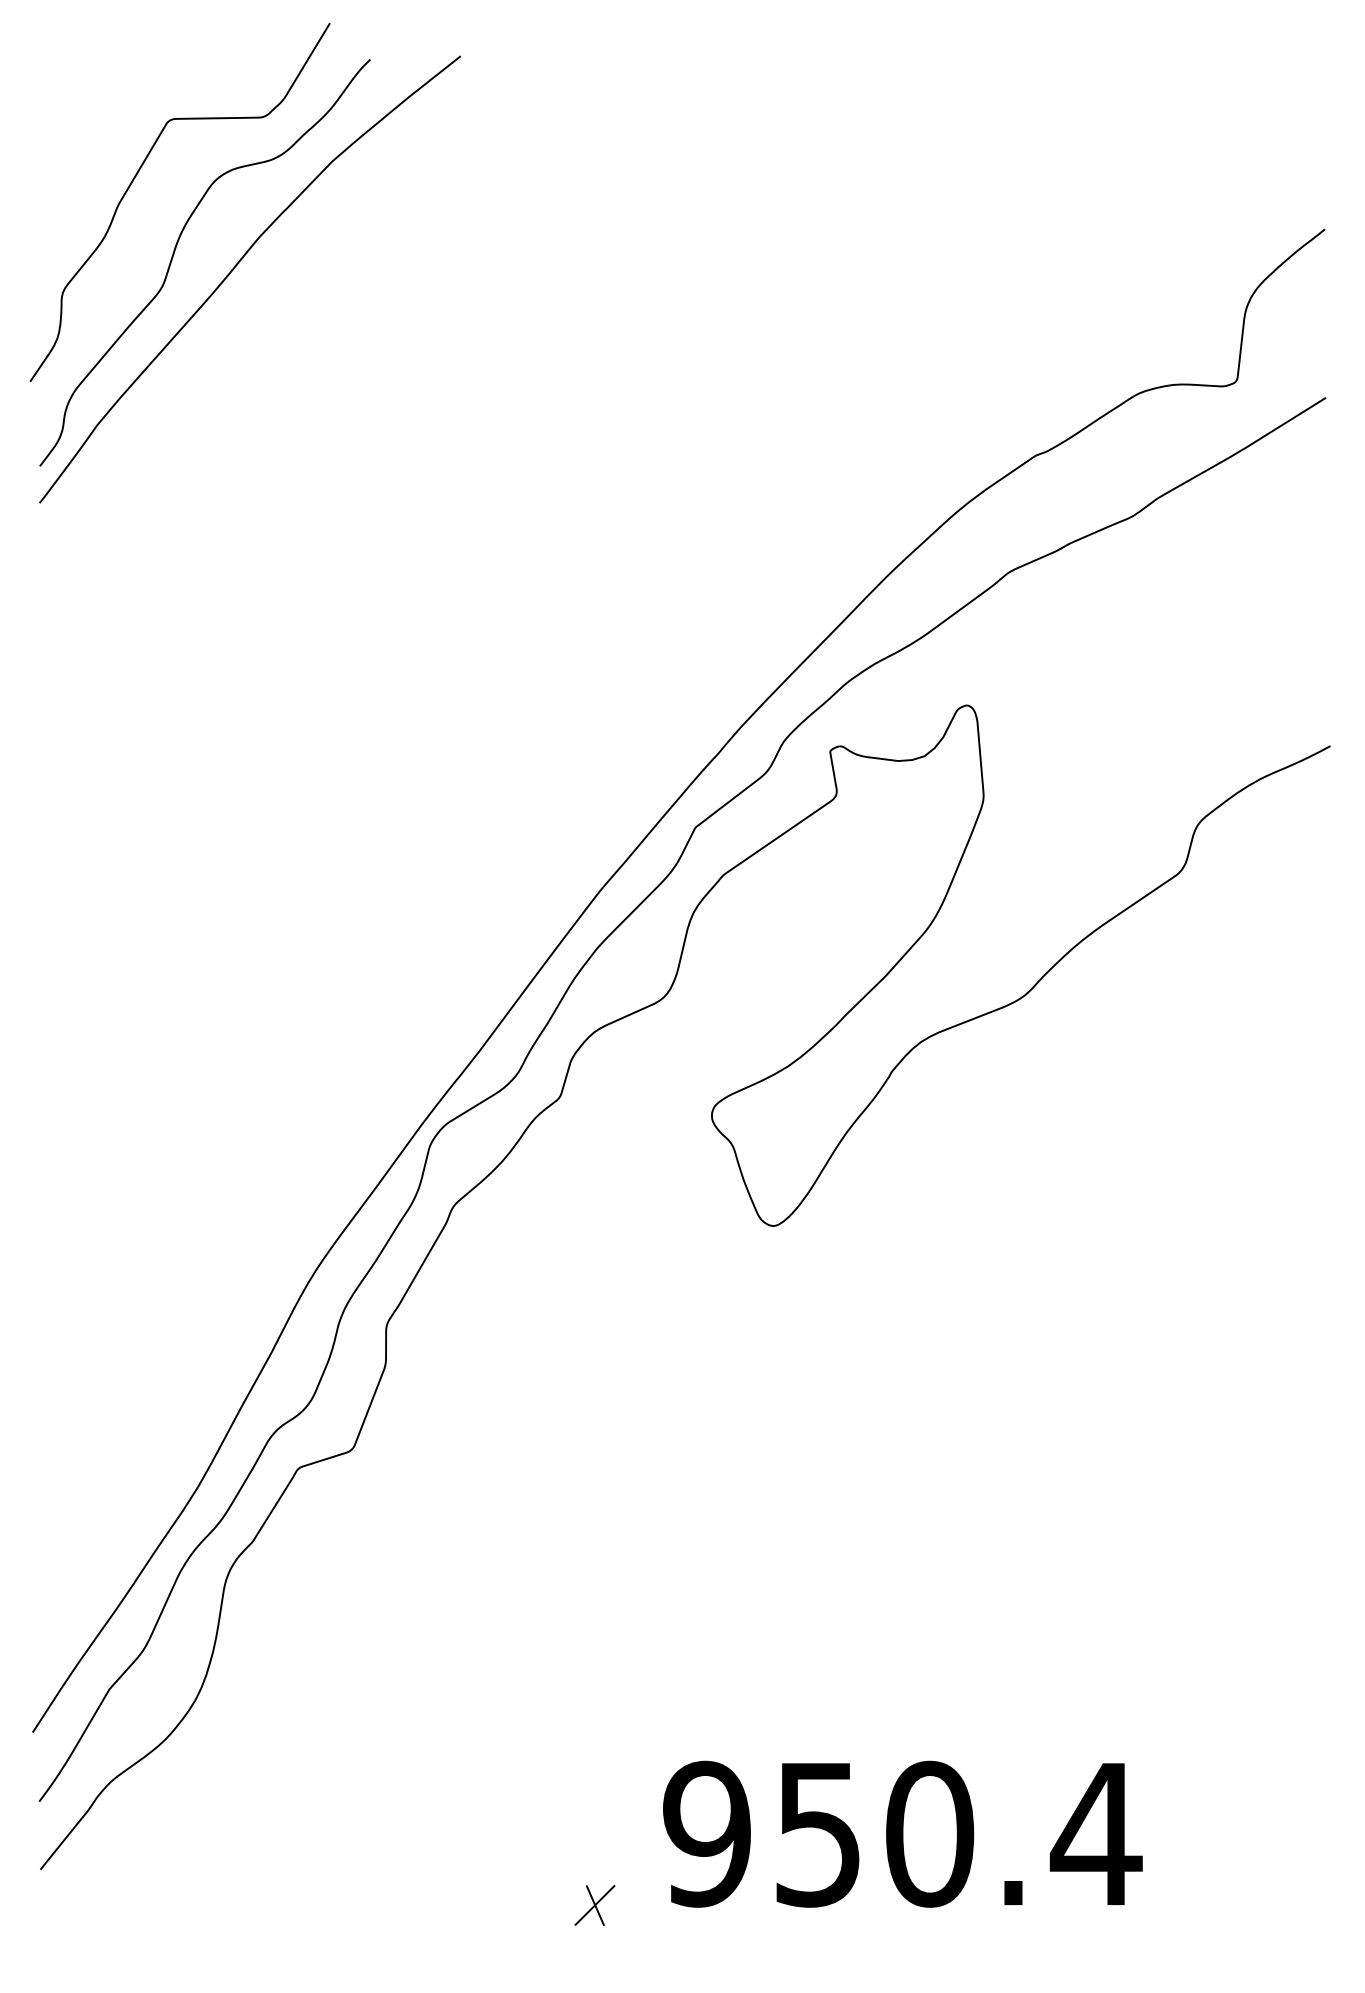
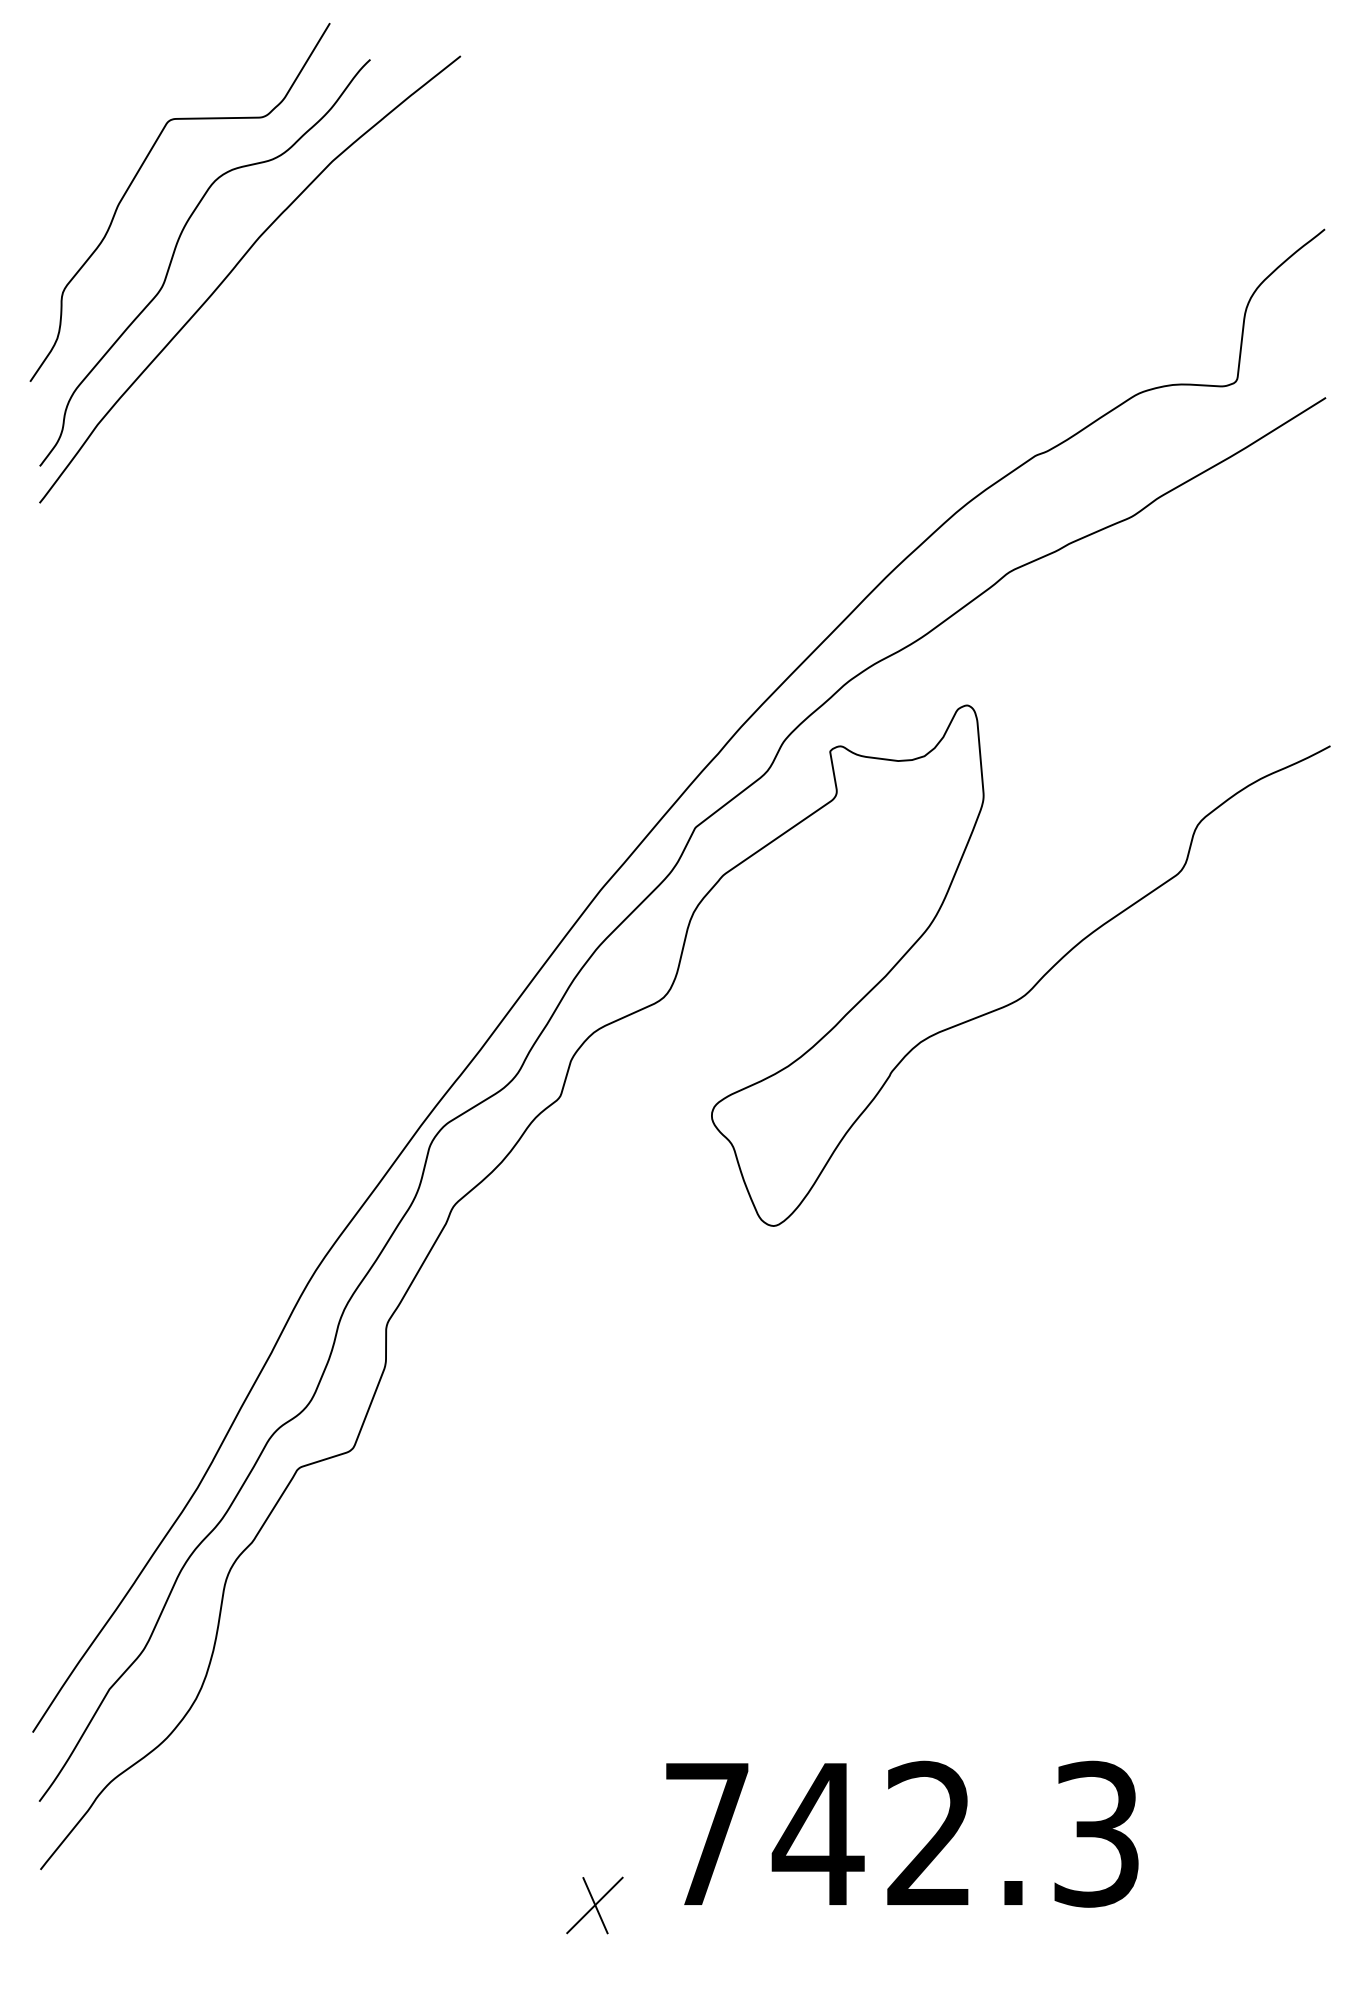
text at (902, 1833): 950.4 -> 742.3
part at (594, 1905) size: 42x41 px -> 58x59 px
